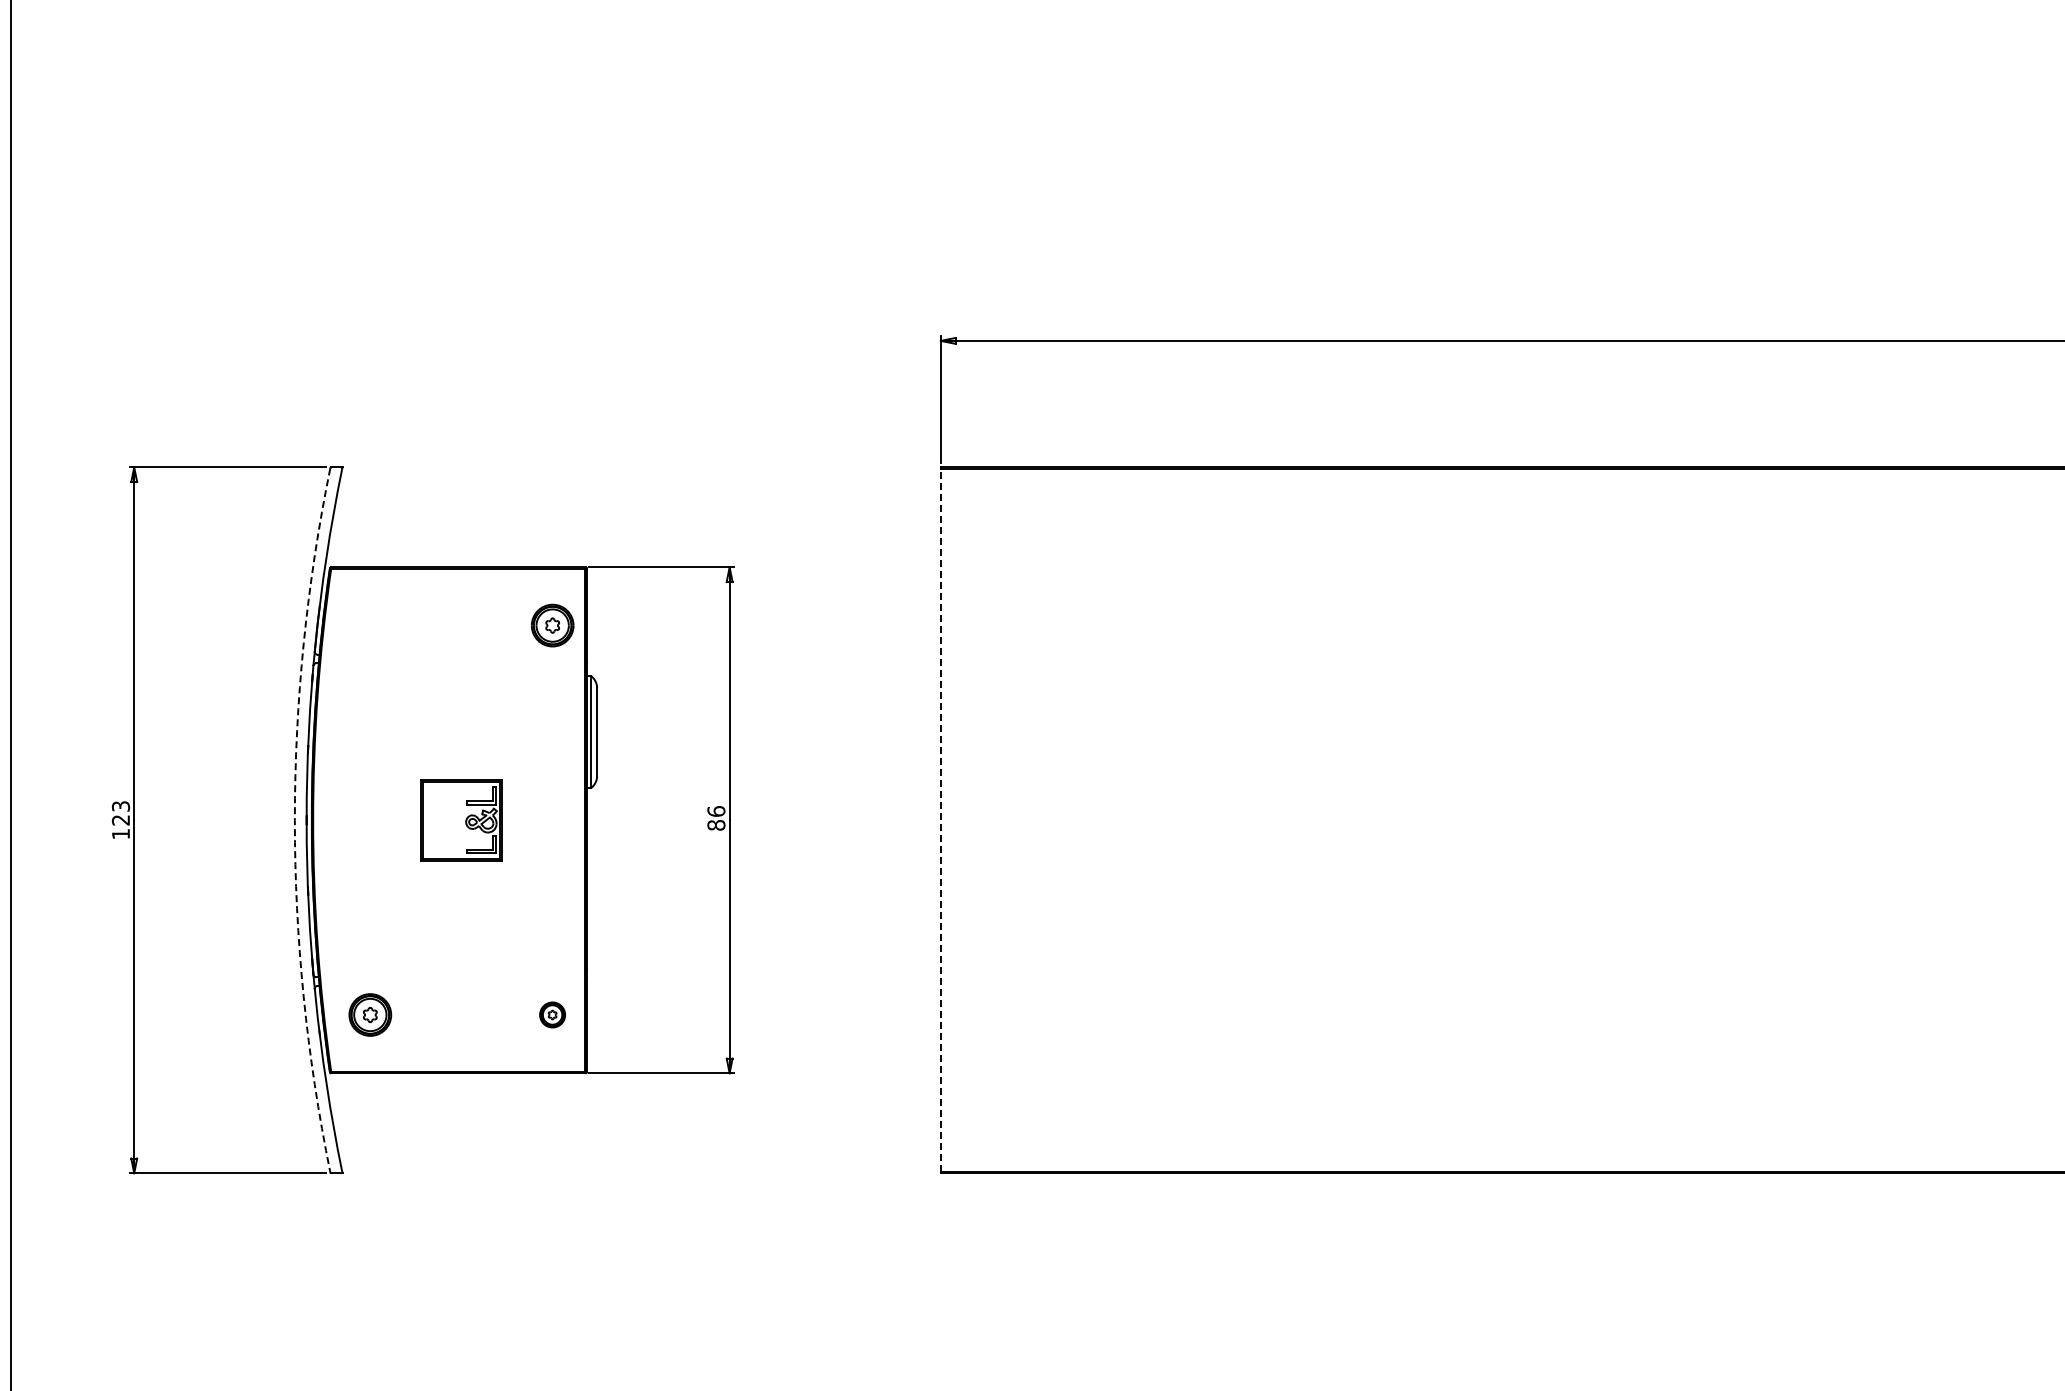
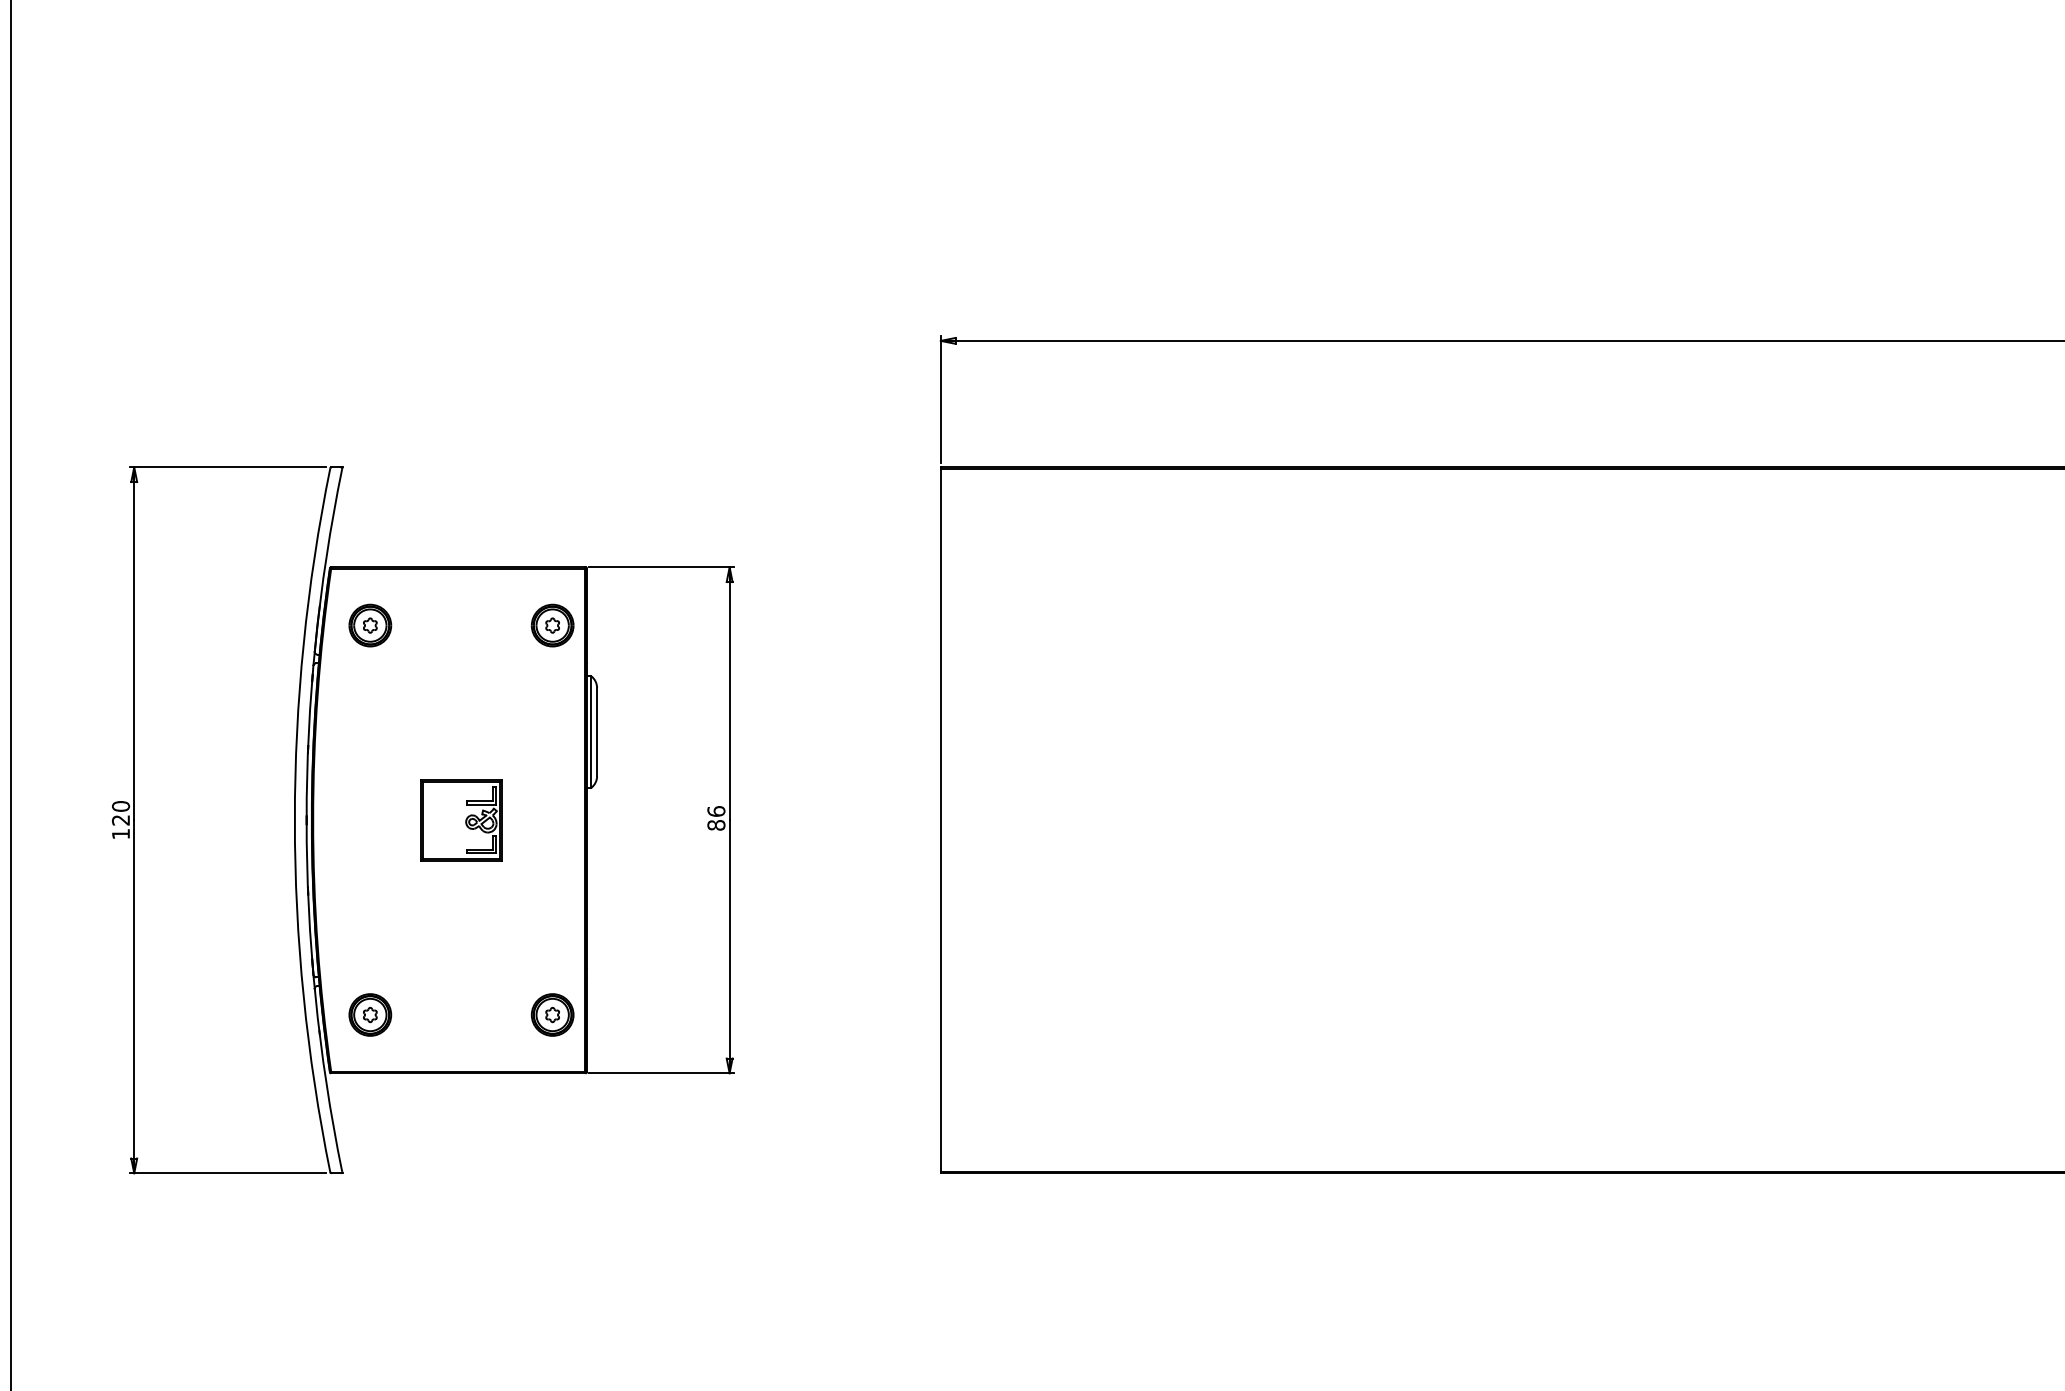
part at (370, 625): none -> present
text at (121, 806): 123 -> 120
arc at (294, 820): dashed -> solid
line at (940, 820): dashed -> solid
part at (552, 1014) size: 27x28 px -> 45x44 px
